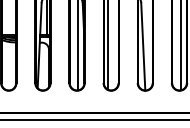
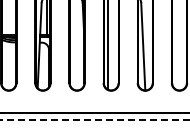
line at (78, 46): present -> none
line at (180, 46): present -> none
line at (94, 119): solid -> dashed
